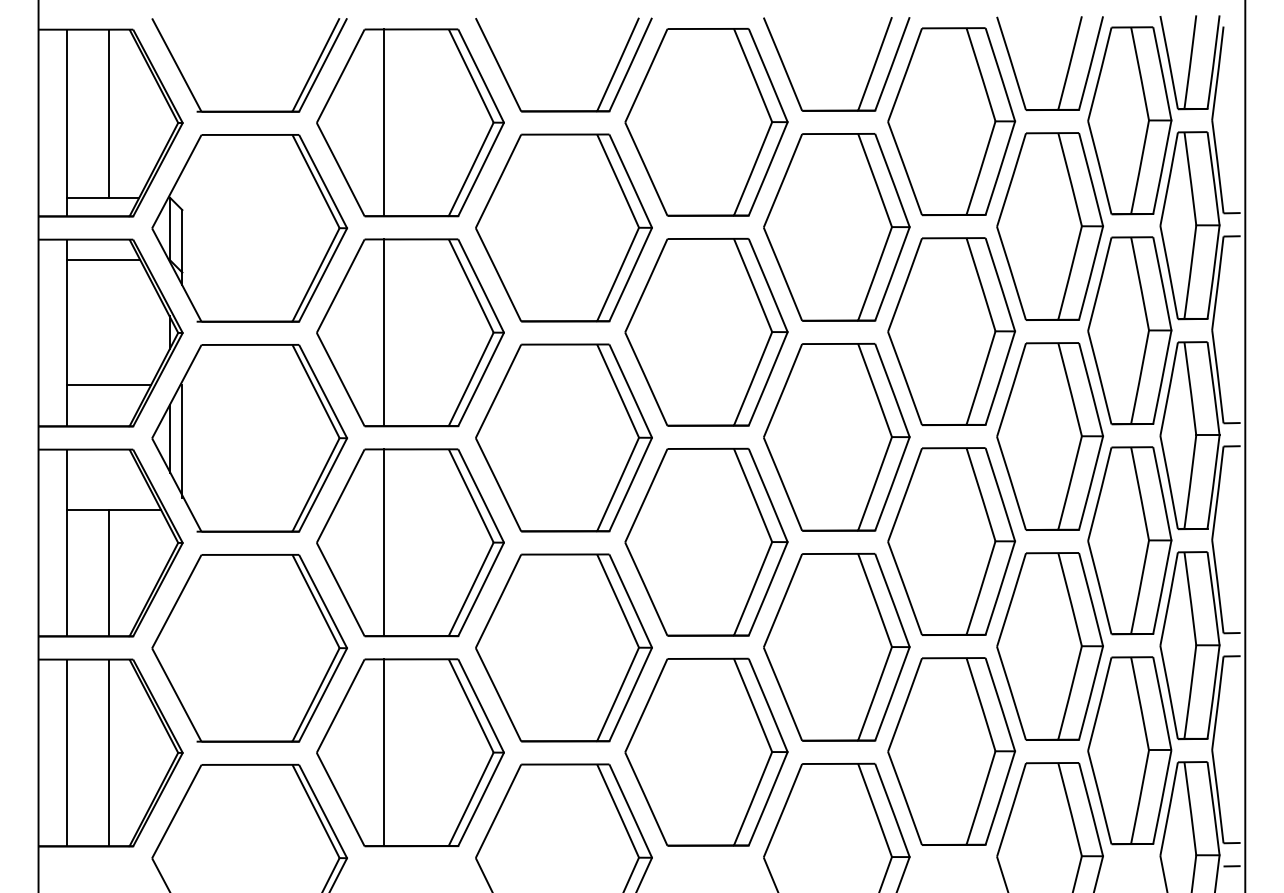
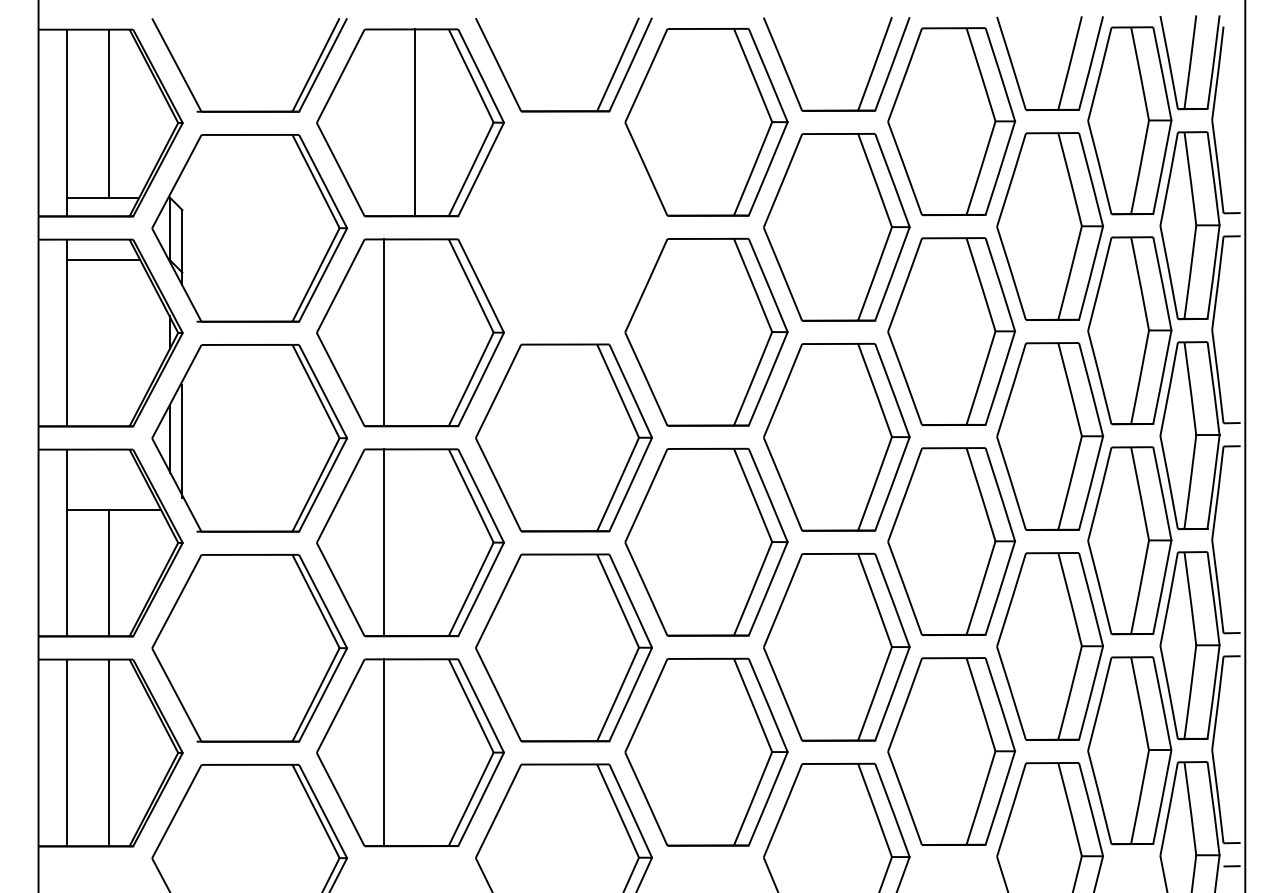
line at (384, 122) position: (384, 122) -> (415, 122)
part at (563, 227): present -> none
line at (108, 385): present -> none
